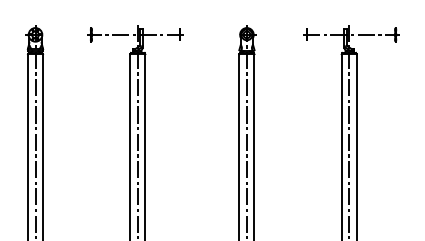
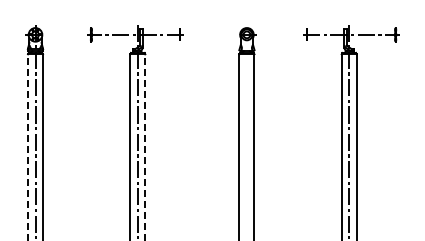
line at (246, 130): present -> none
line at (28, 147): solid -> dashed
line at (145, 147): solid -> dashed
